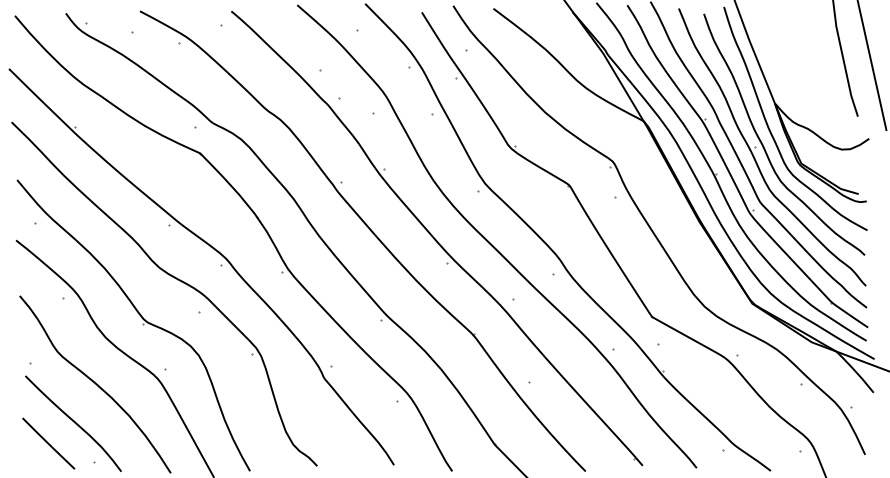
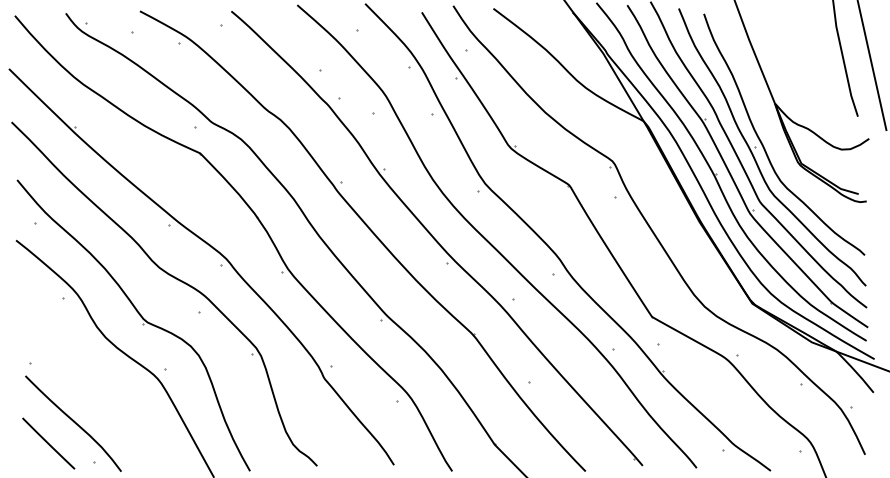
curve at (771, 131): present -> none
curve at (95, 384): present -> none
